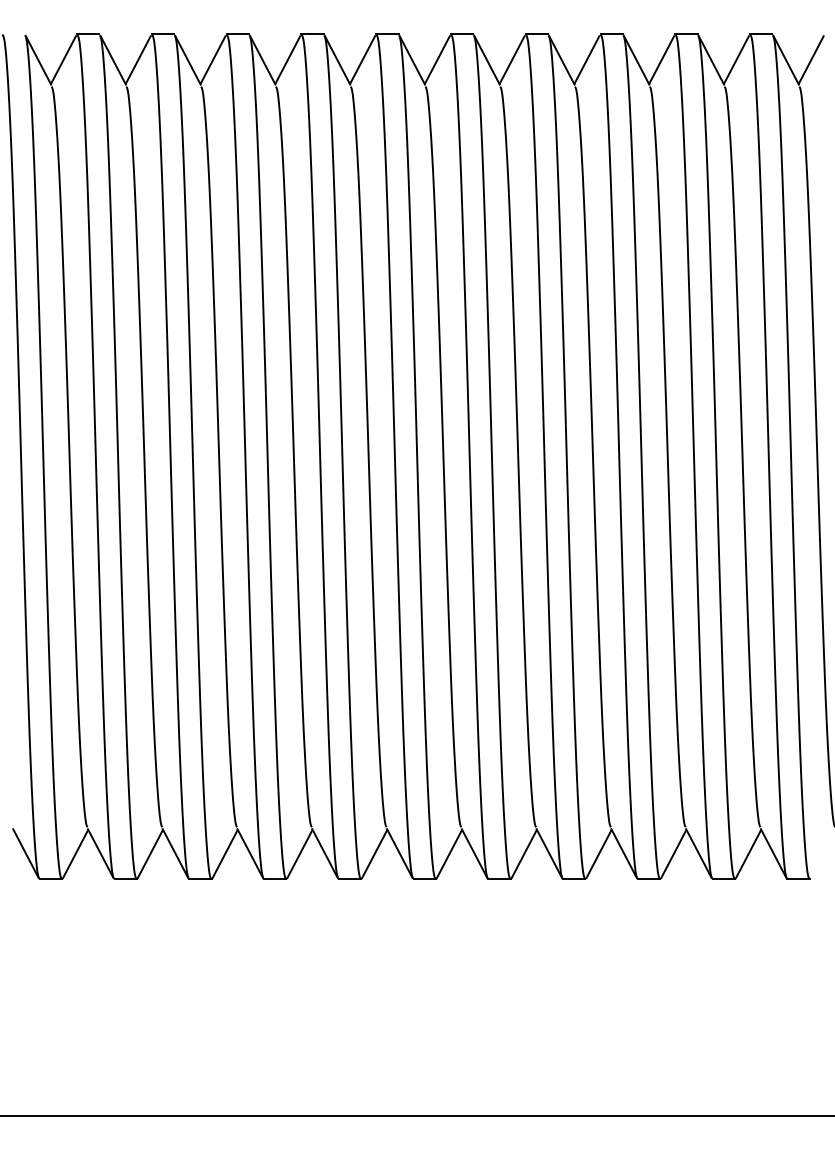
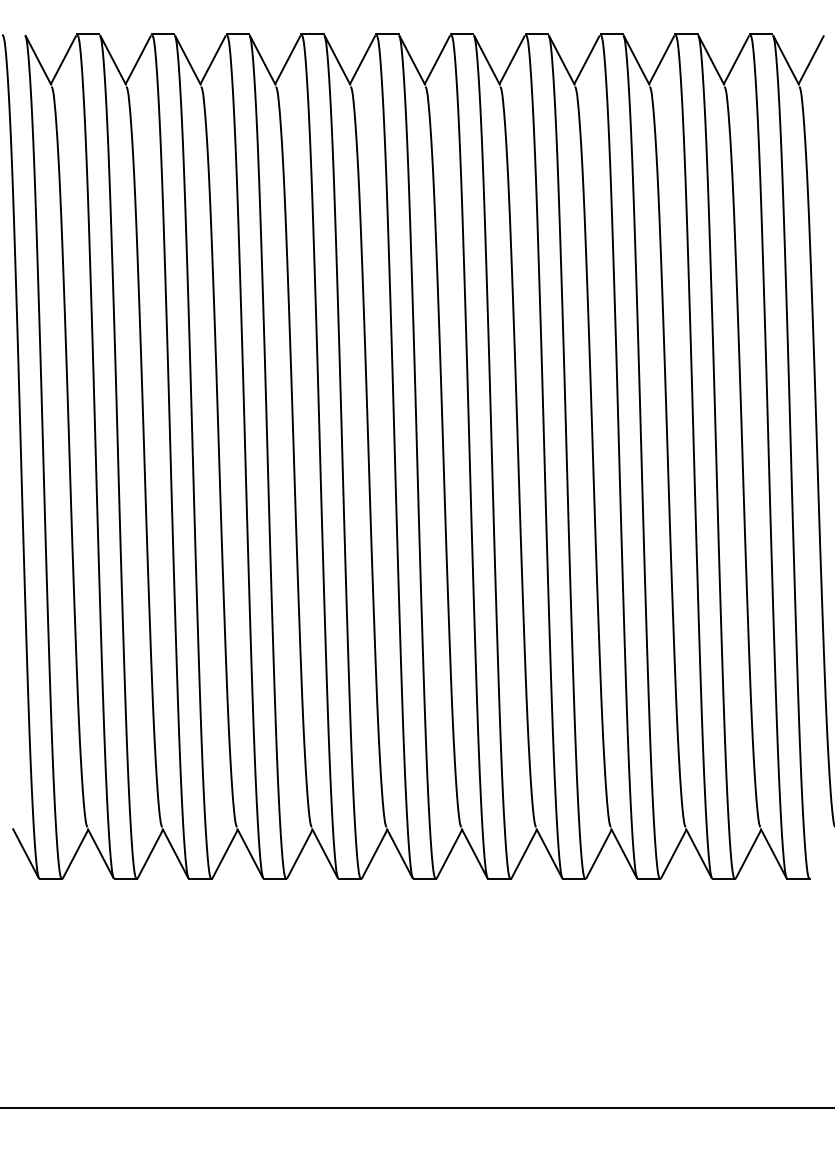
line at (416, 1116) position: (416, 1116) -> (416, 1108)
